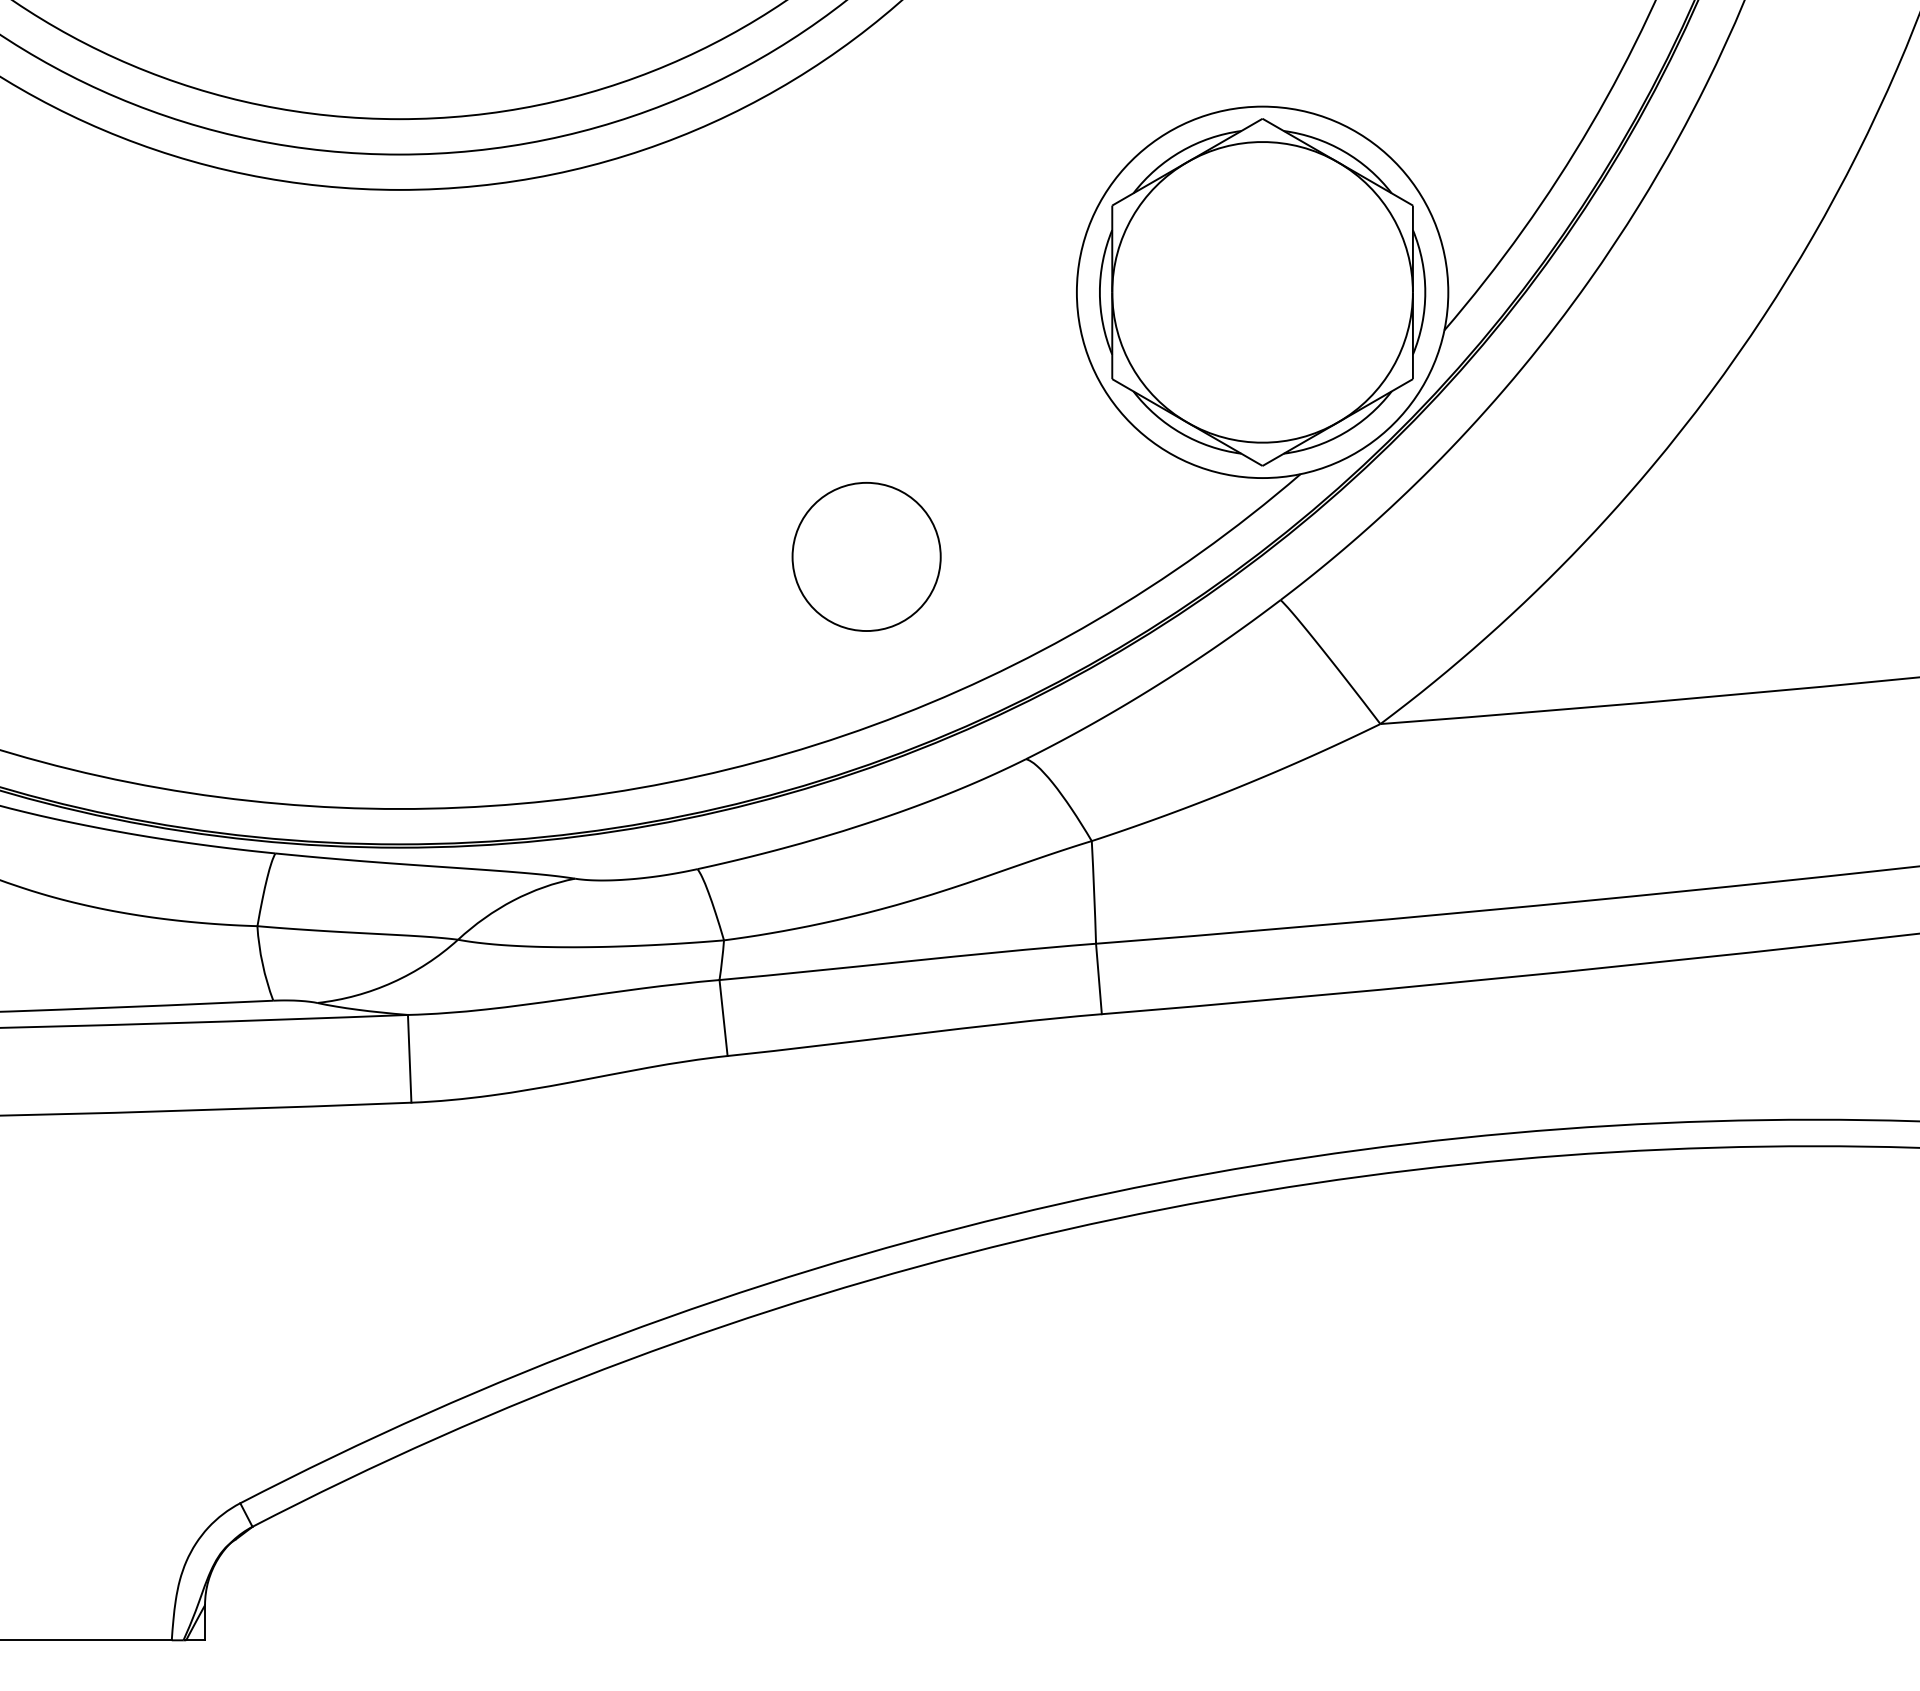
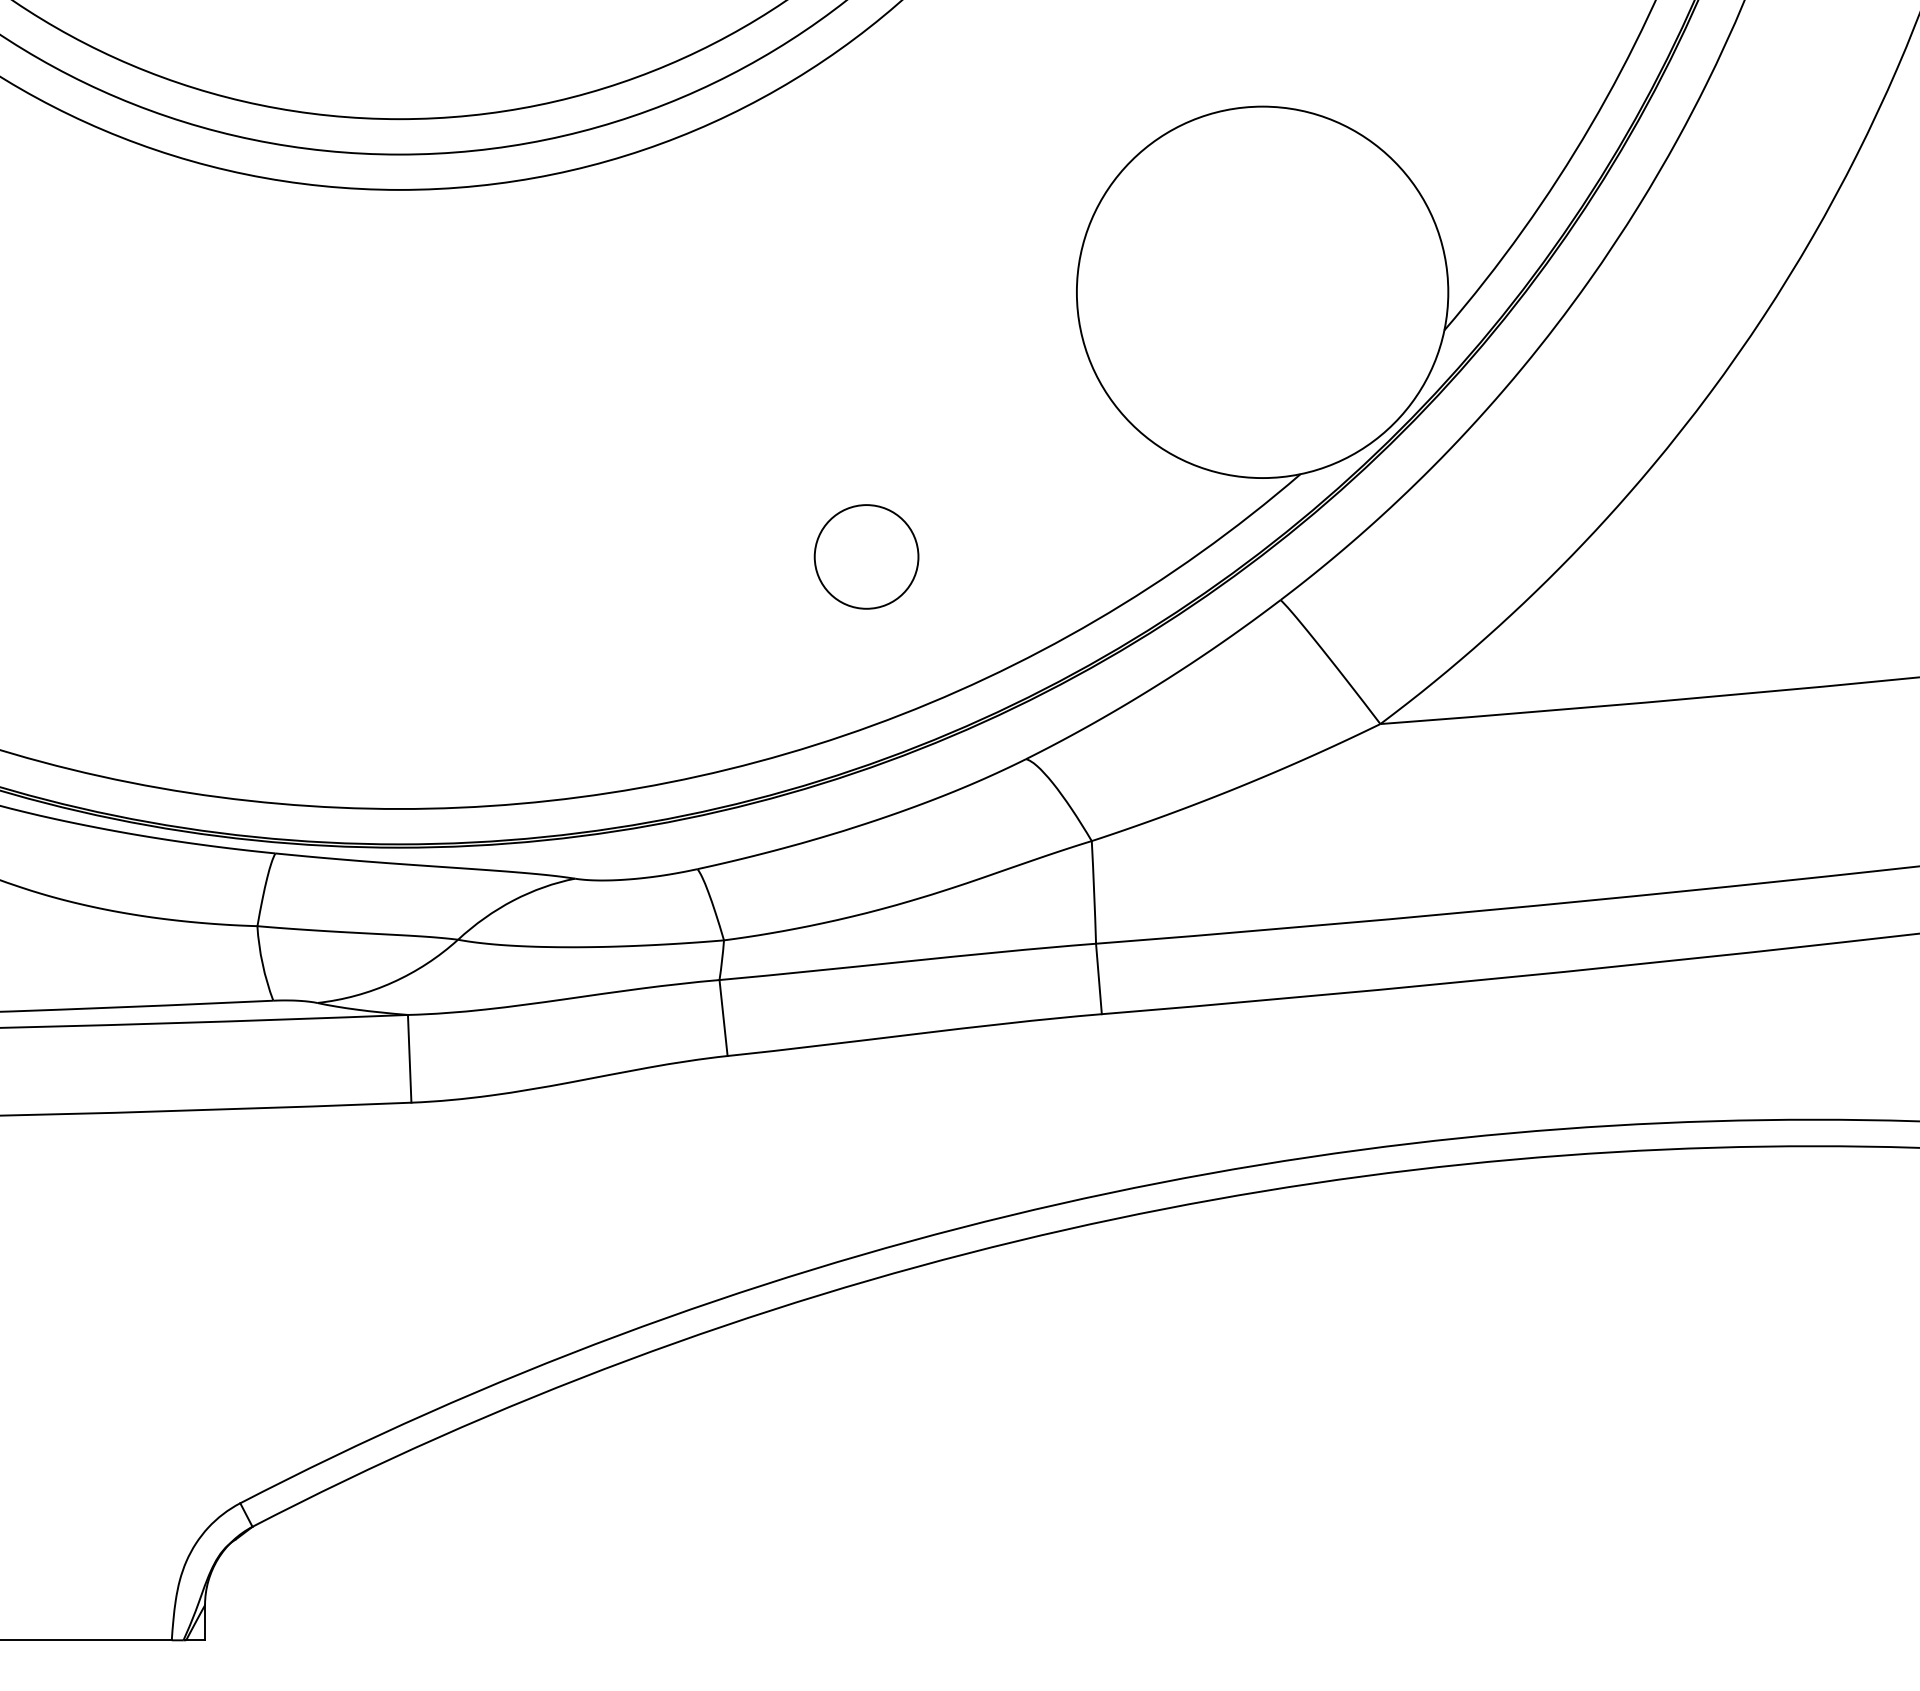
part at (1262, 292): present -> none
circle at (866, 556) size: 151x150 px -> 107x106 px
